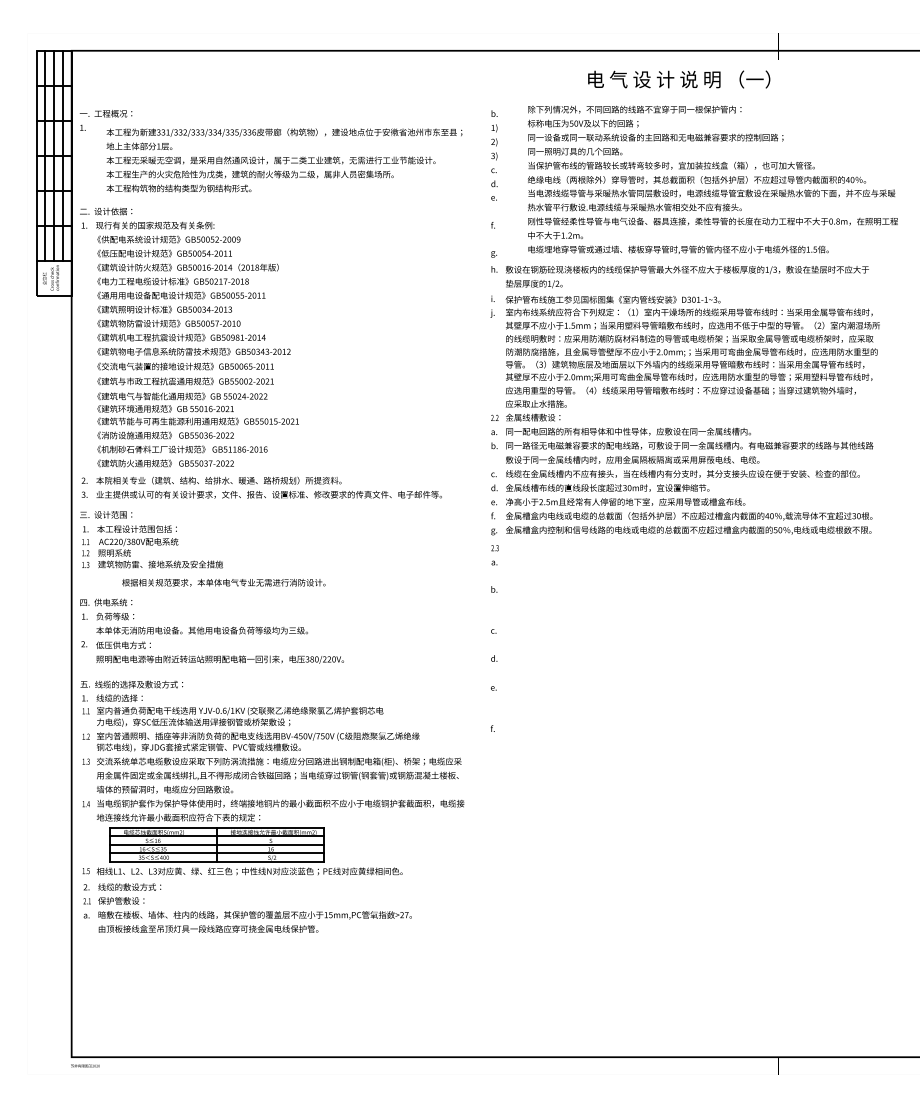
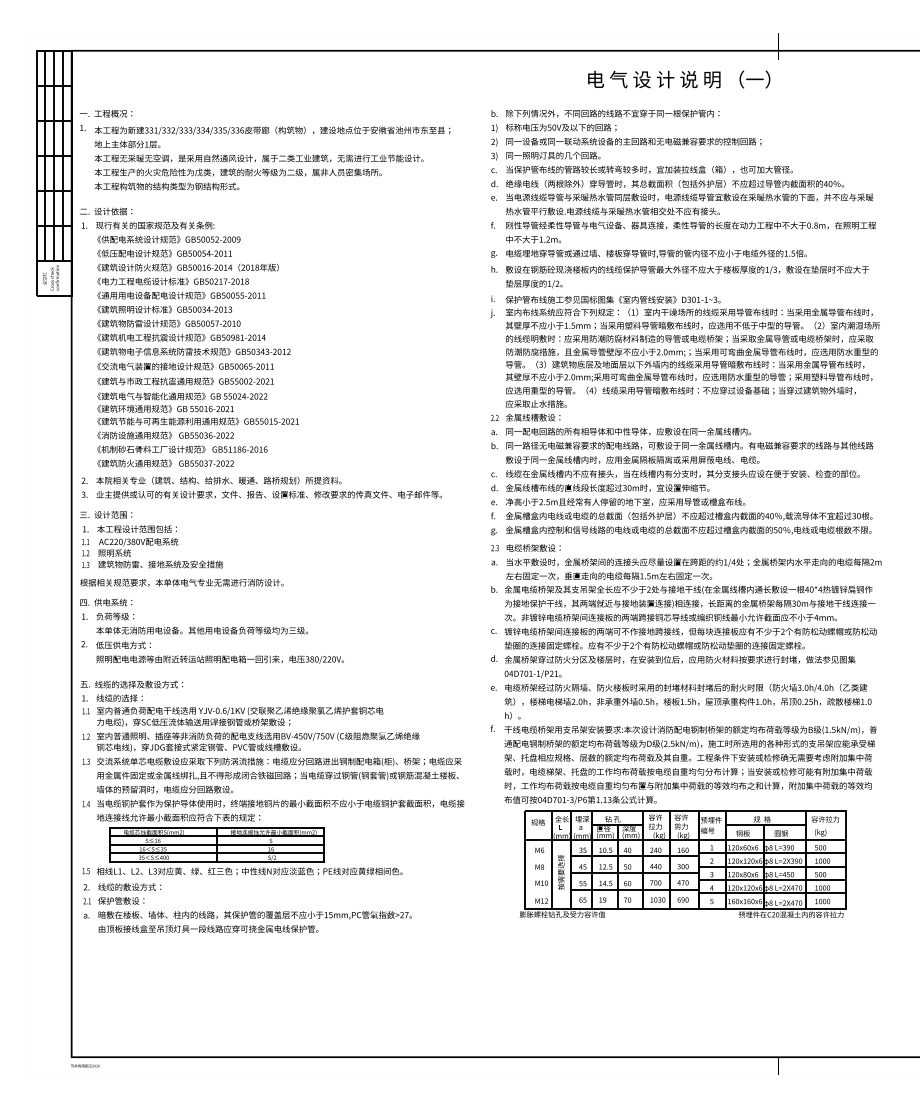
text at (284, 160) position: (284, 160) -> (272, 158)
text at (712, 179) position: (712, 179) -> (690, 183)
text at (223, 582) position: (223, 582) -> (181, 582)
part at (692, 730): none -> present
